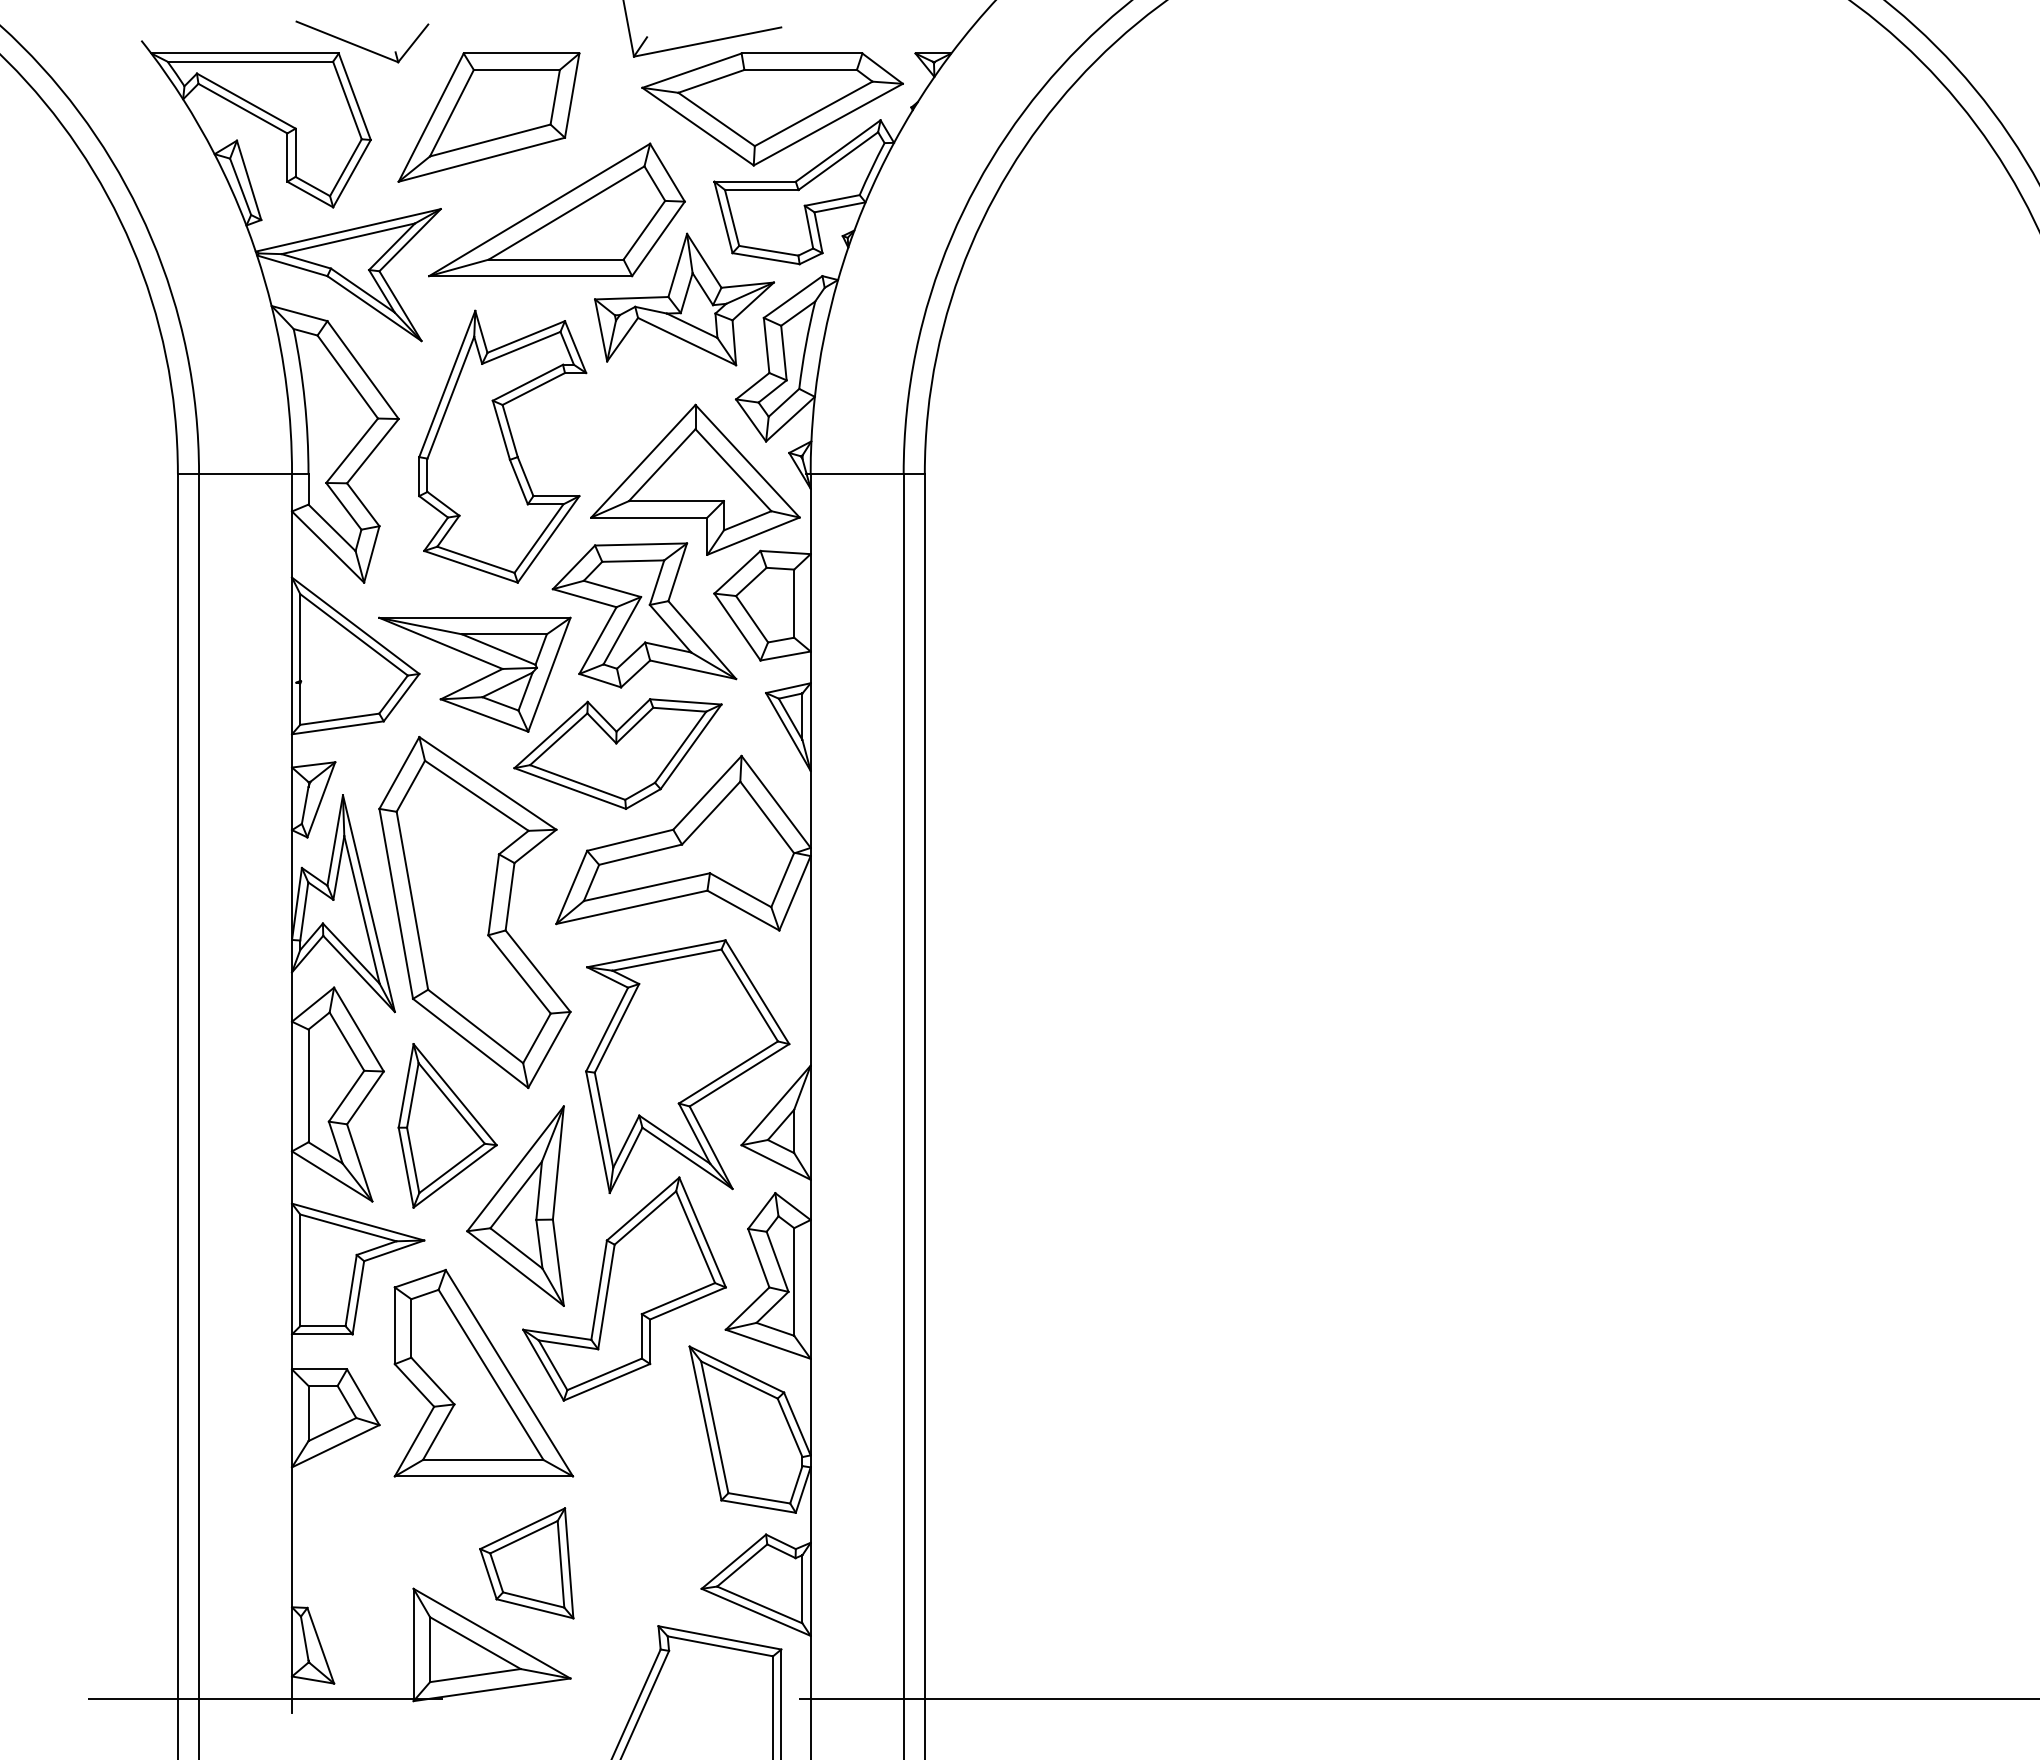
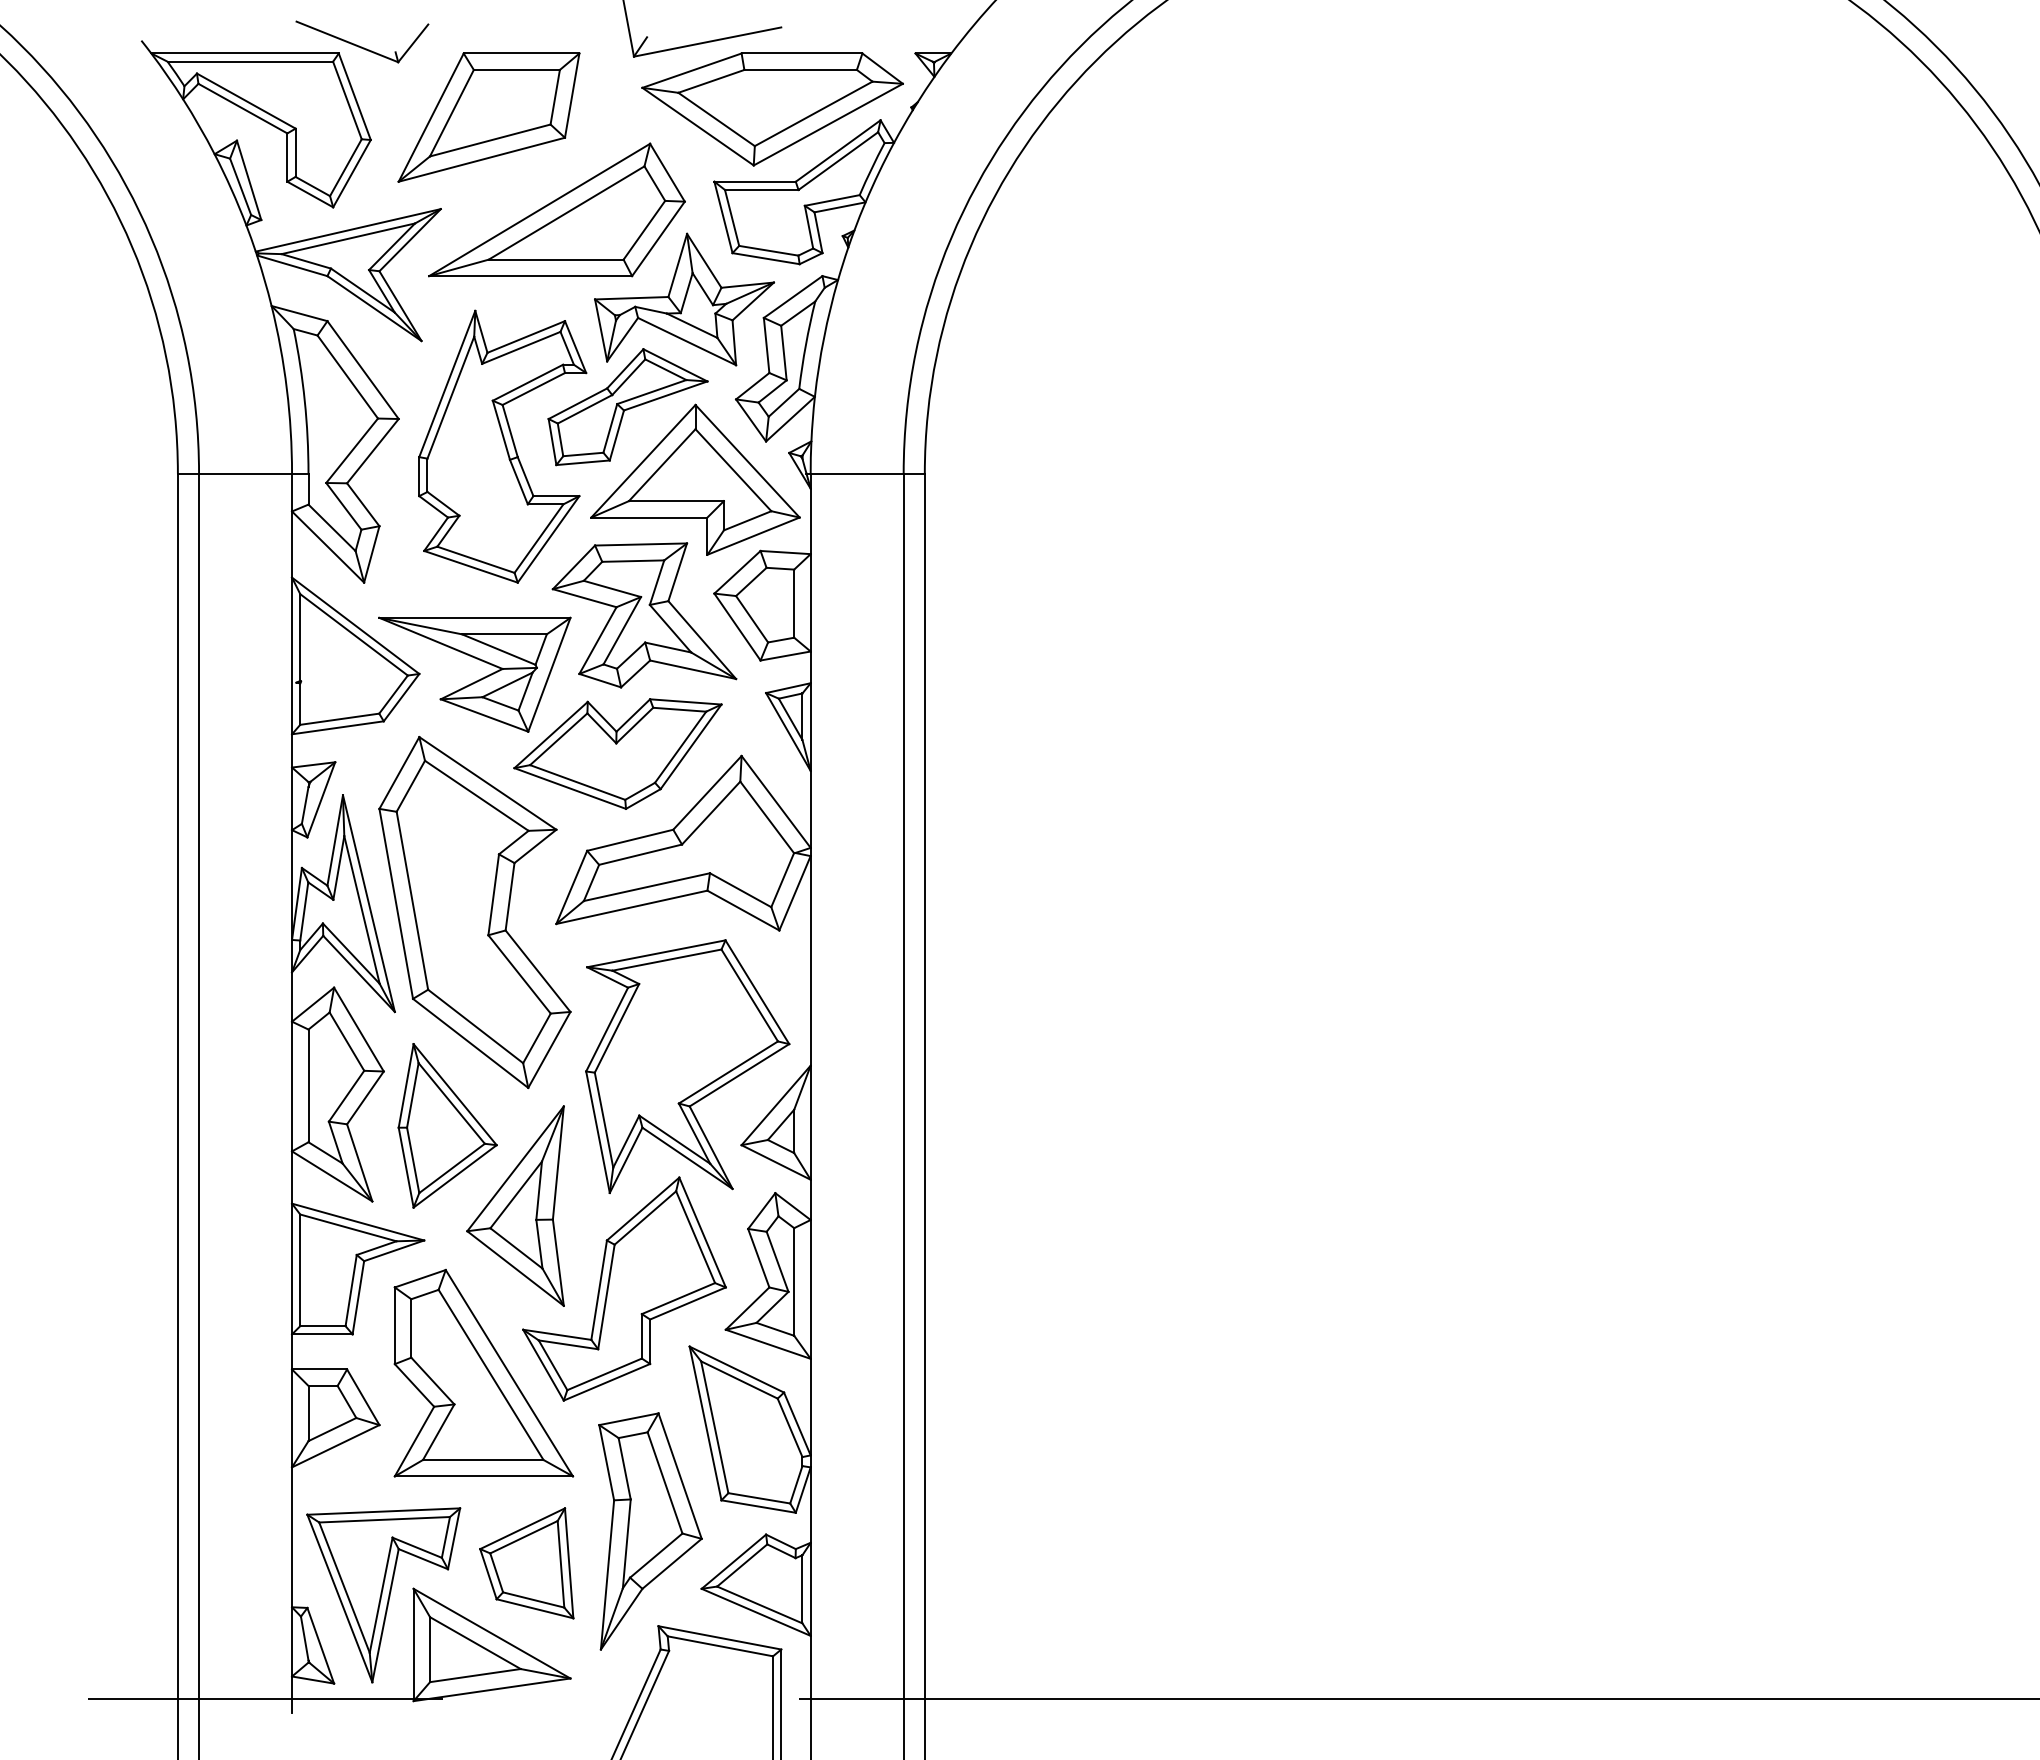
part at (627, 407): none -> present
part at (650, 1531): none -> present
part at (383, 1595): none -> present
